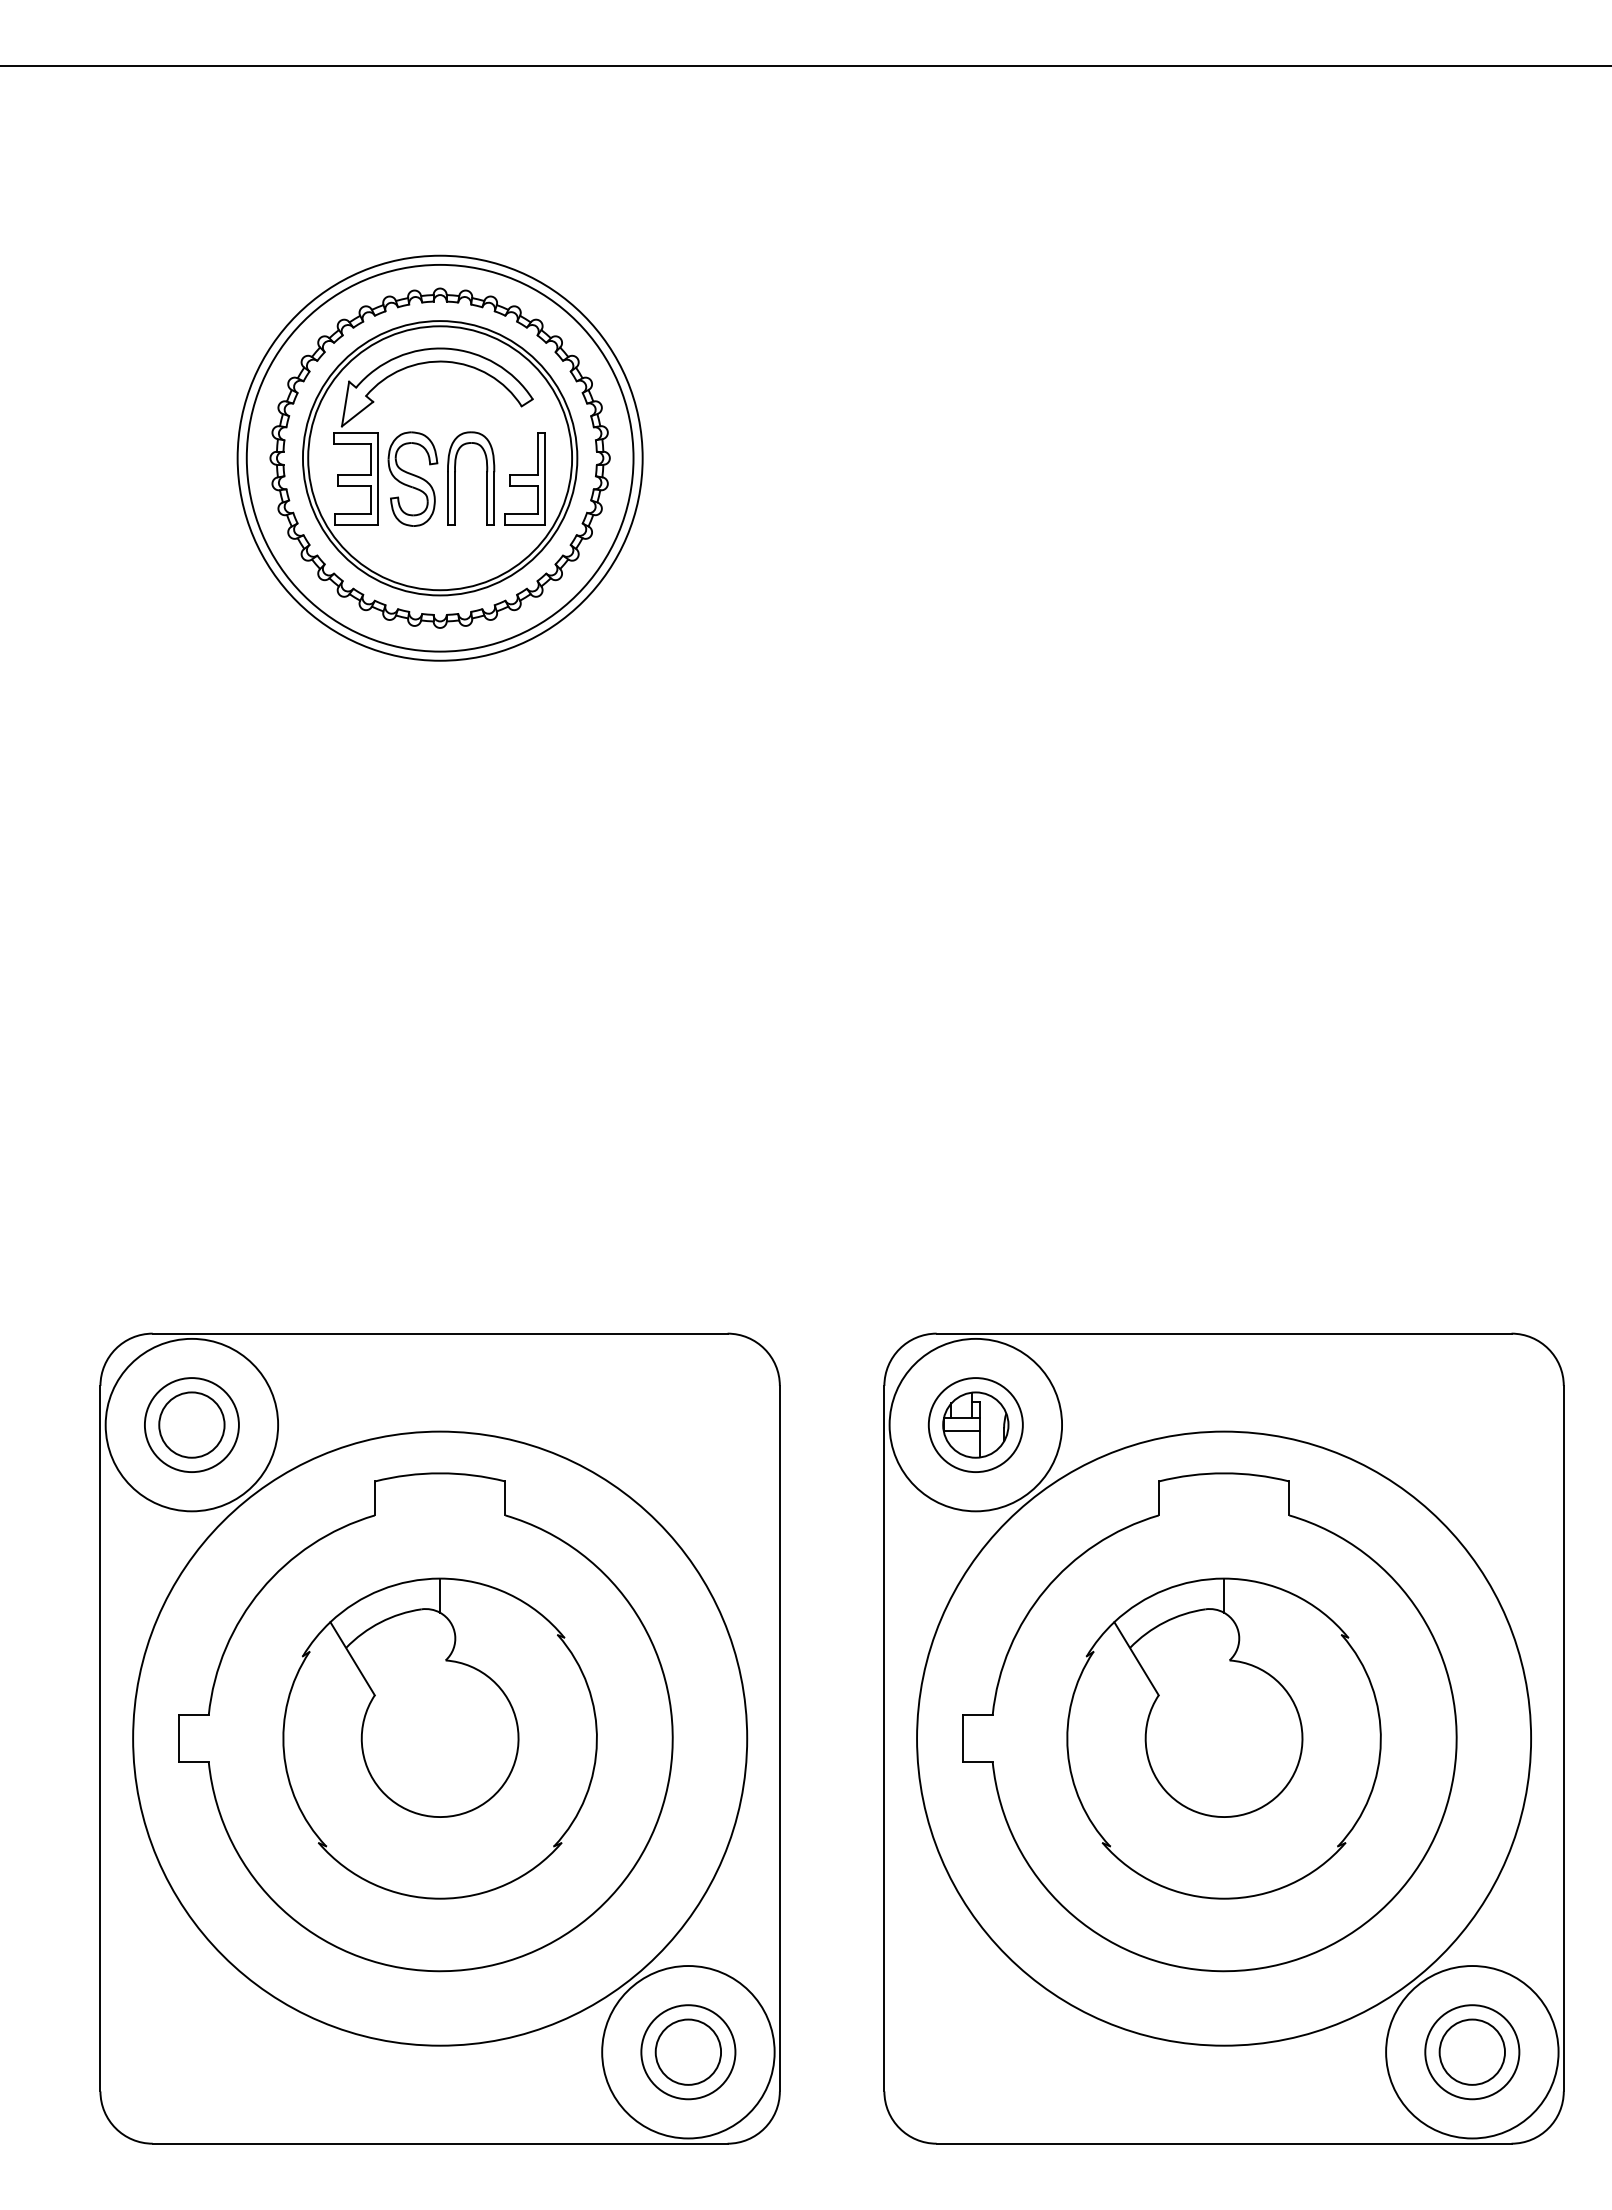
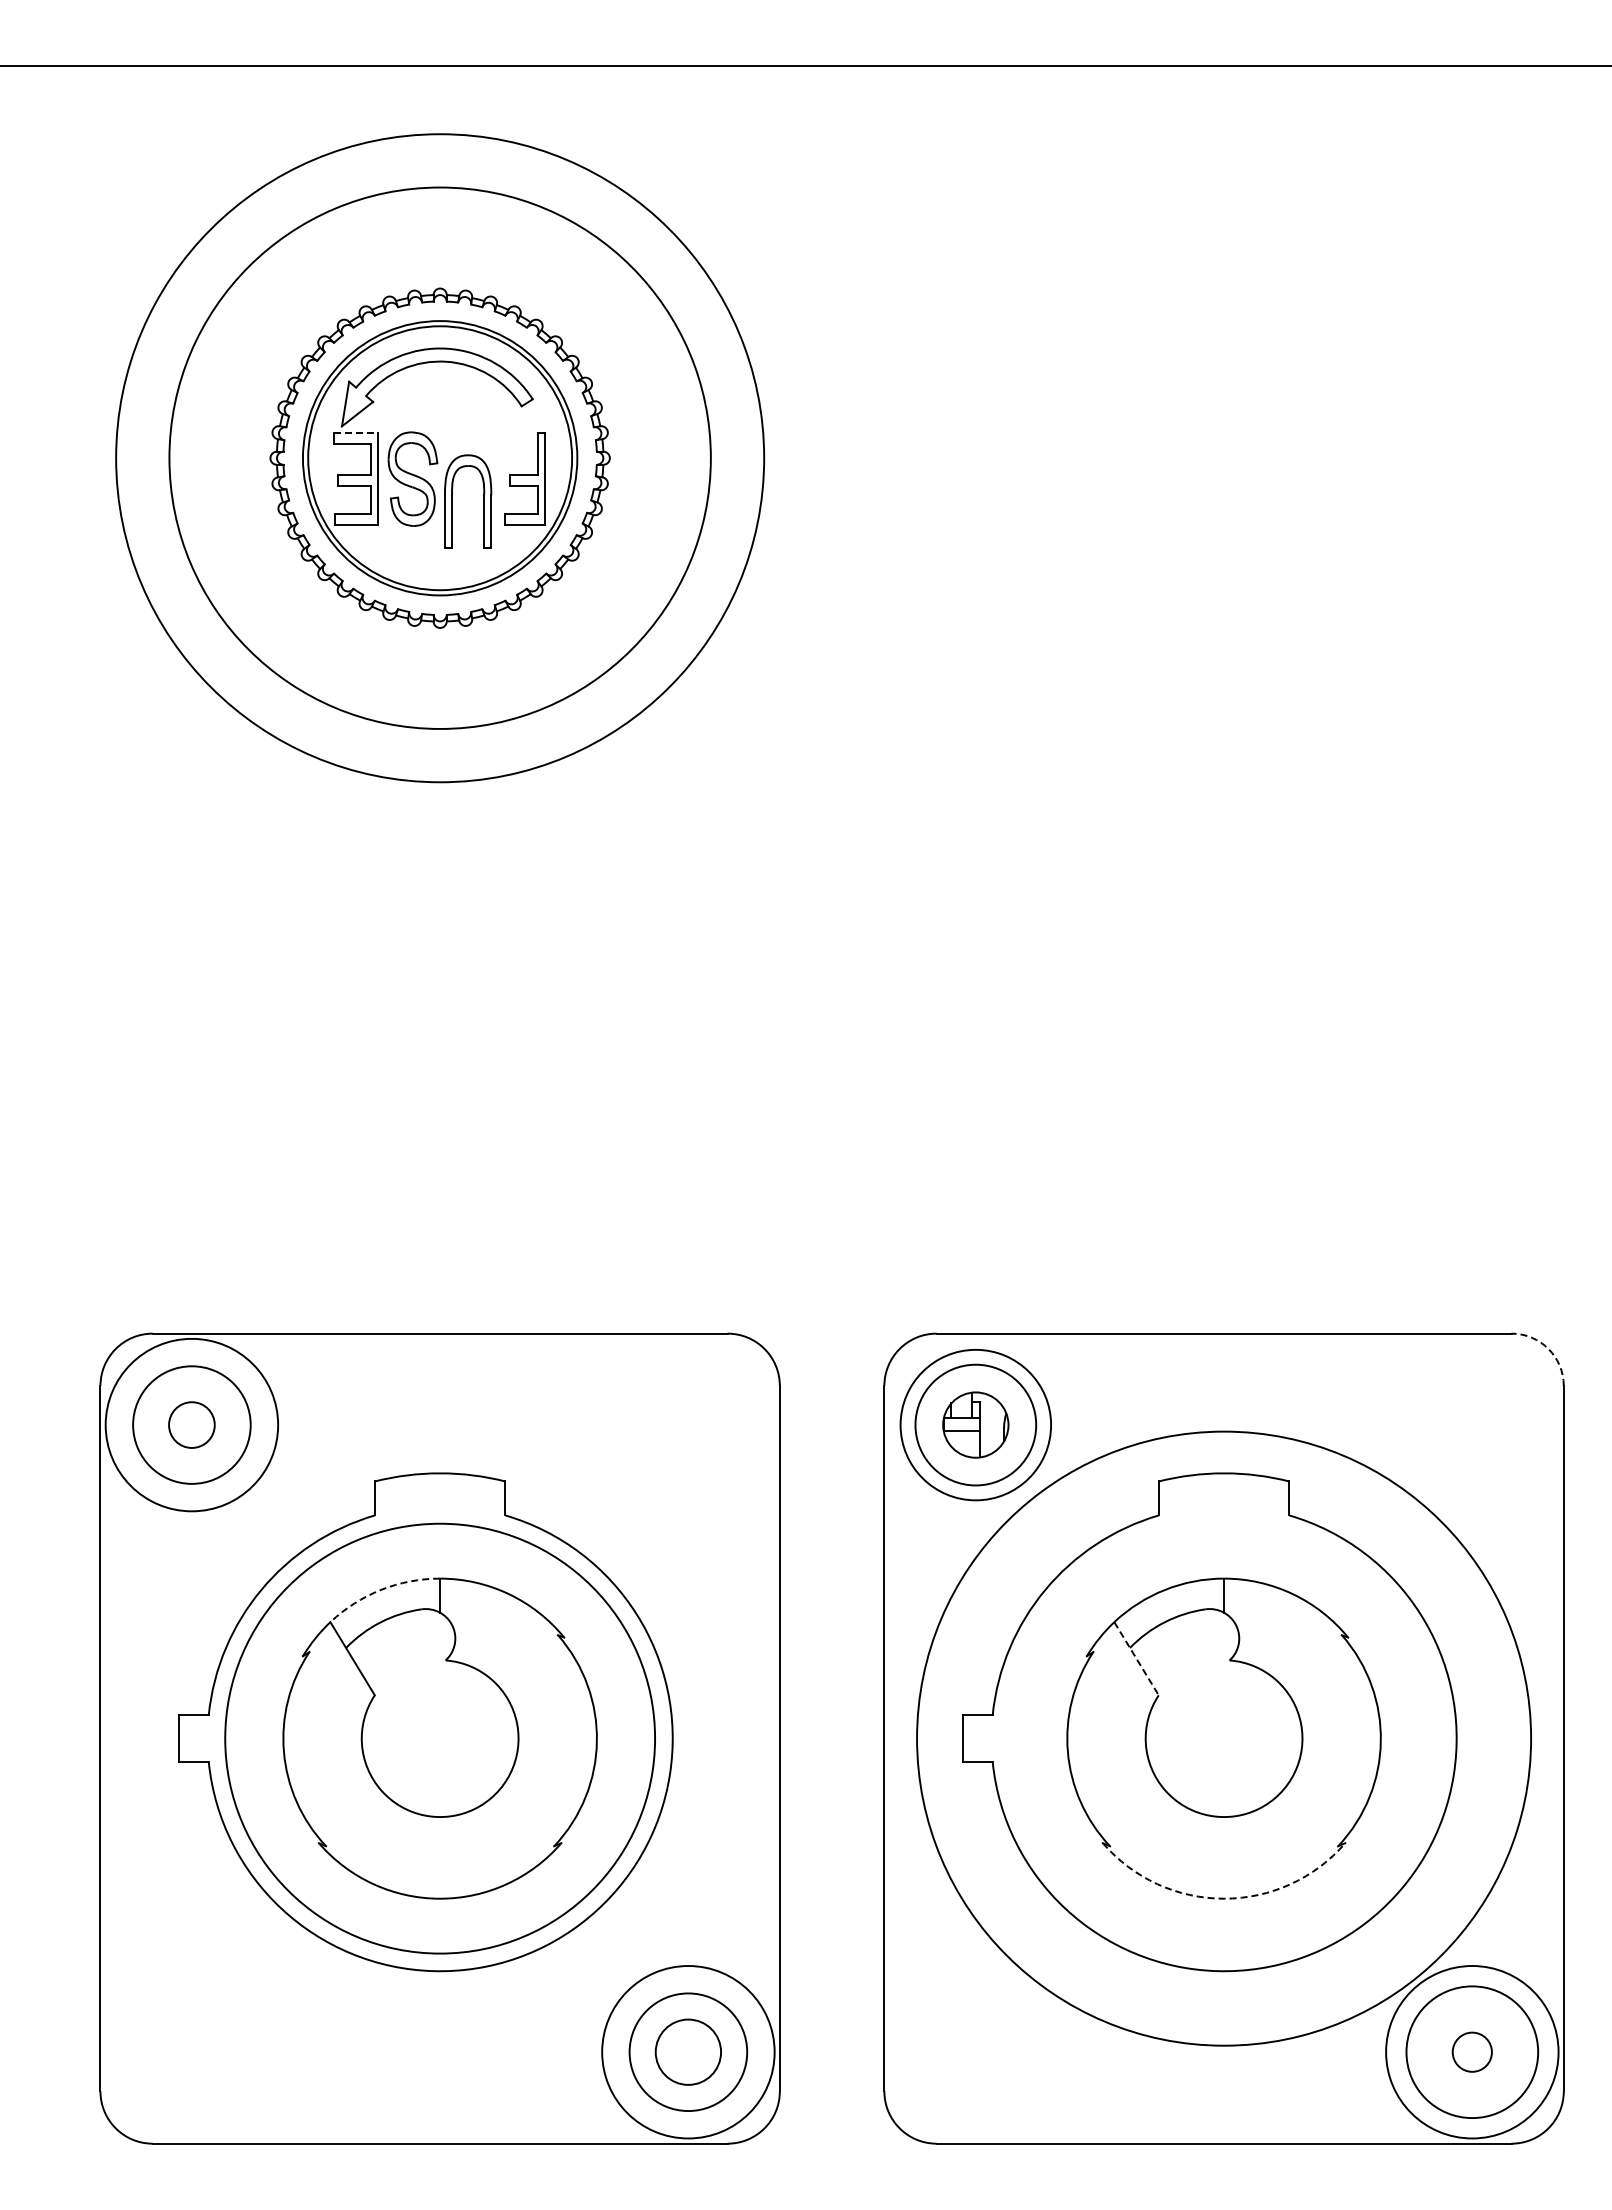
line at (355, 433): solid -> dashed
circle at (439, 457) diameter: 387 px -> 541 px
circle at (439, 457) diameter: 405 px -> 648 px
part at (486, 478) position: (486, 478) -> (483, 501)
arc at (1548, 1348): solid -> dashed
circle at (191, 1424) diameter: 65 px -> 46 px
circle at (975, 1424) diameter: 172 px -> 121 px
circle at (191, 1425) diameter: 94 px -> 118 px
circle at (975, 1425) diameter: 94 px -> 151 px
arc at (381, 1589): solid -> dashed
line at (1136, 1658): solid -> dashed
circle at (440, 1738) diameter: 614 px -> 430 px
arc at (1224, 1898): solid -> dashed
circle at (1471, 2051) diameter: 65 px -> 39 px
circle at (688, 2052) diameter: 94 px -> 118 px
circle at (1472, 2052) diameter: 94 px -> 132 px
